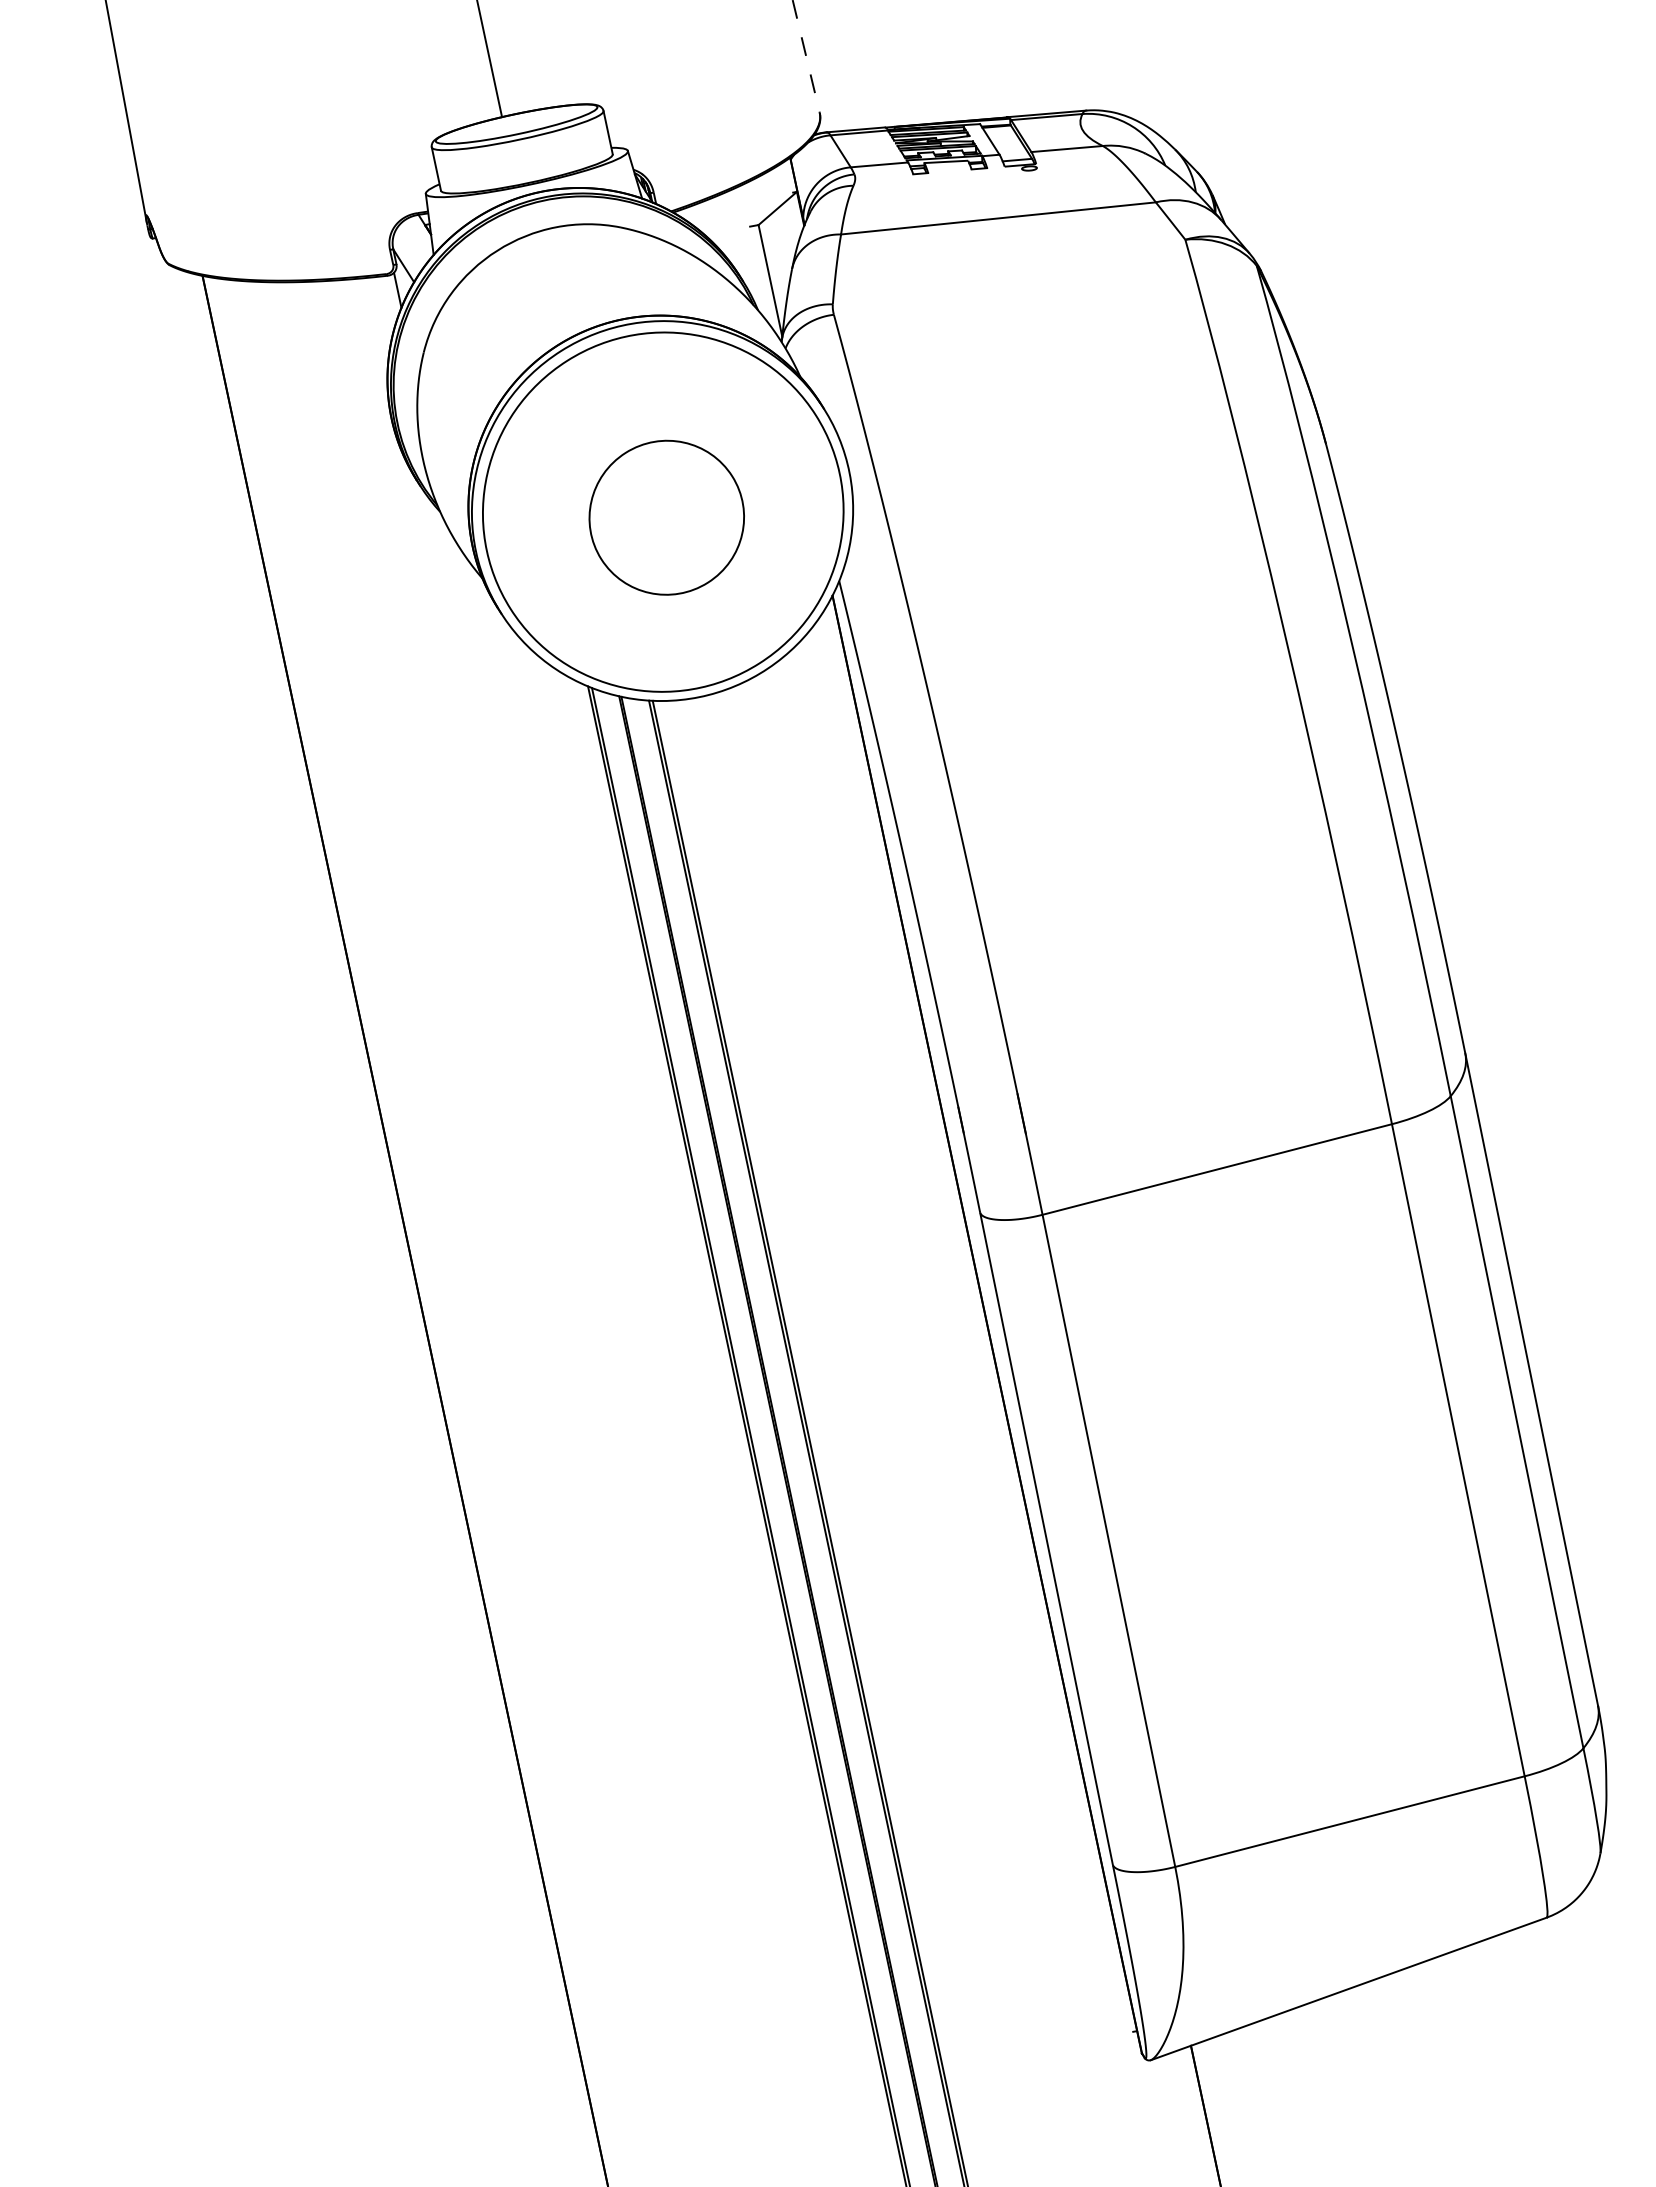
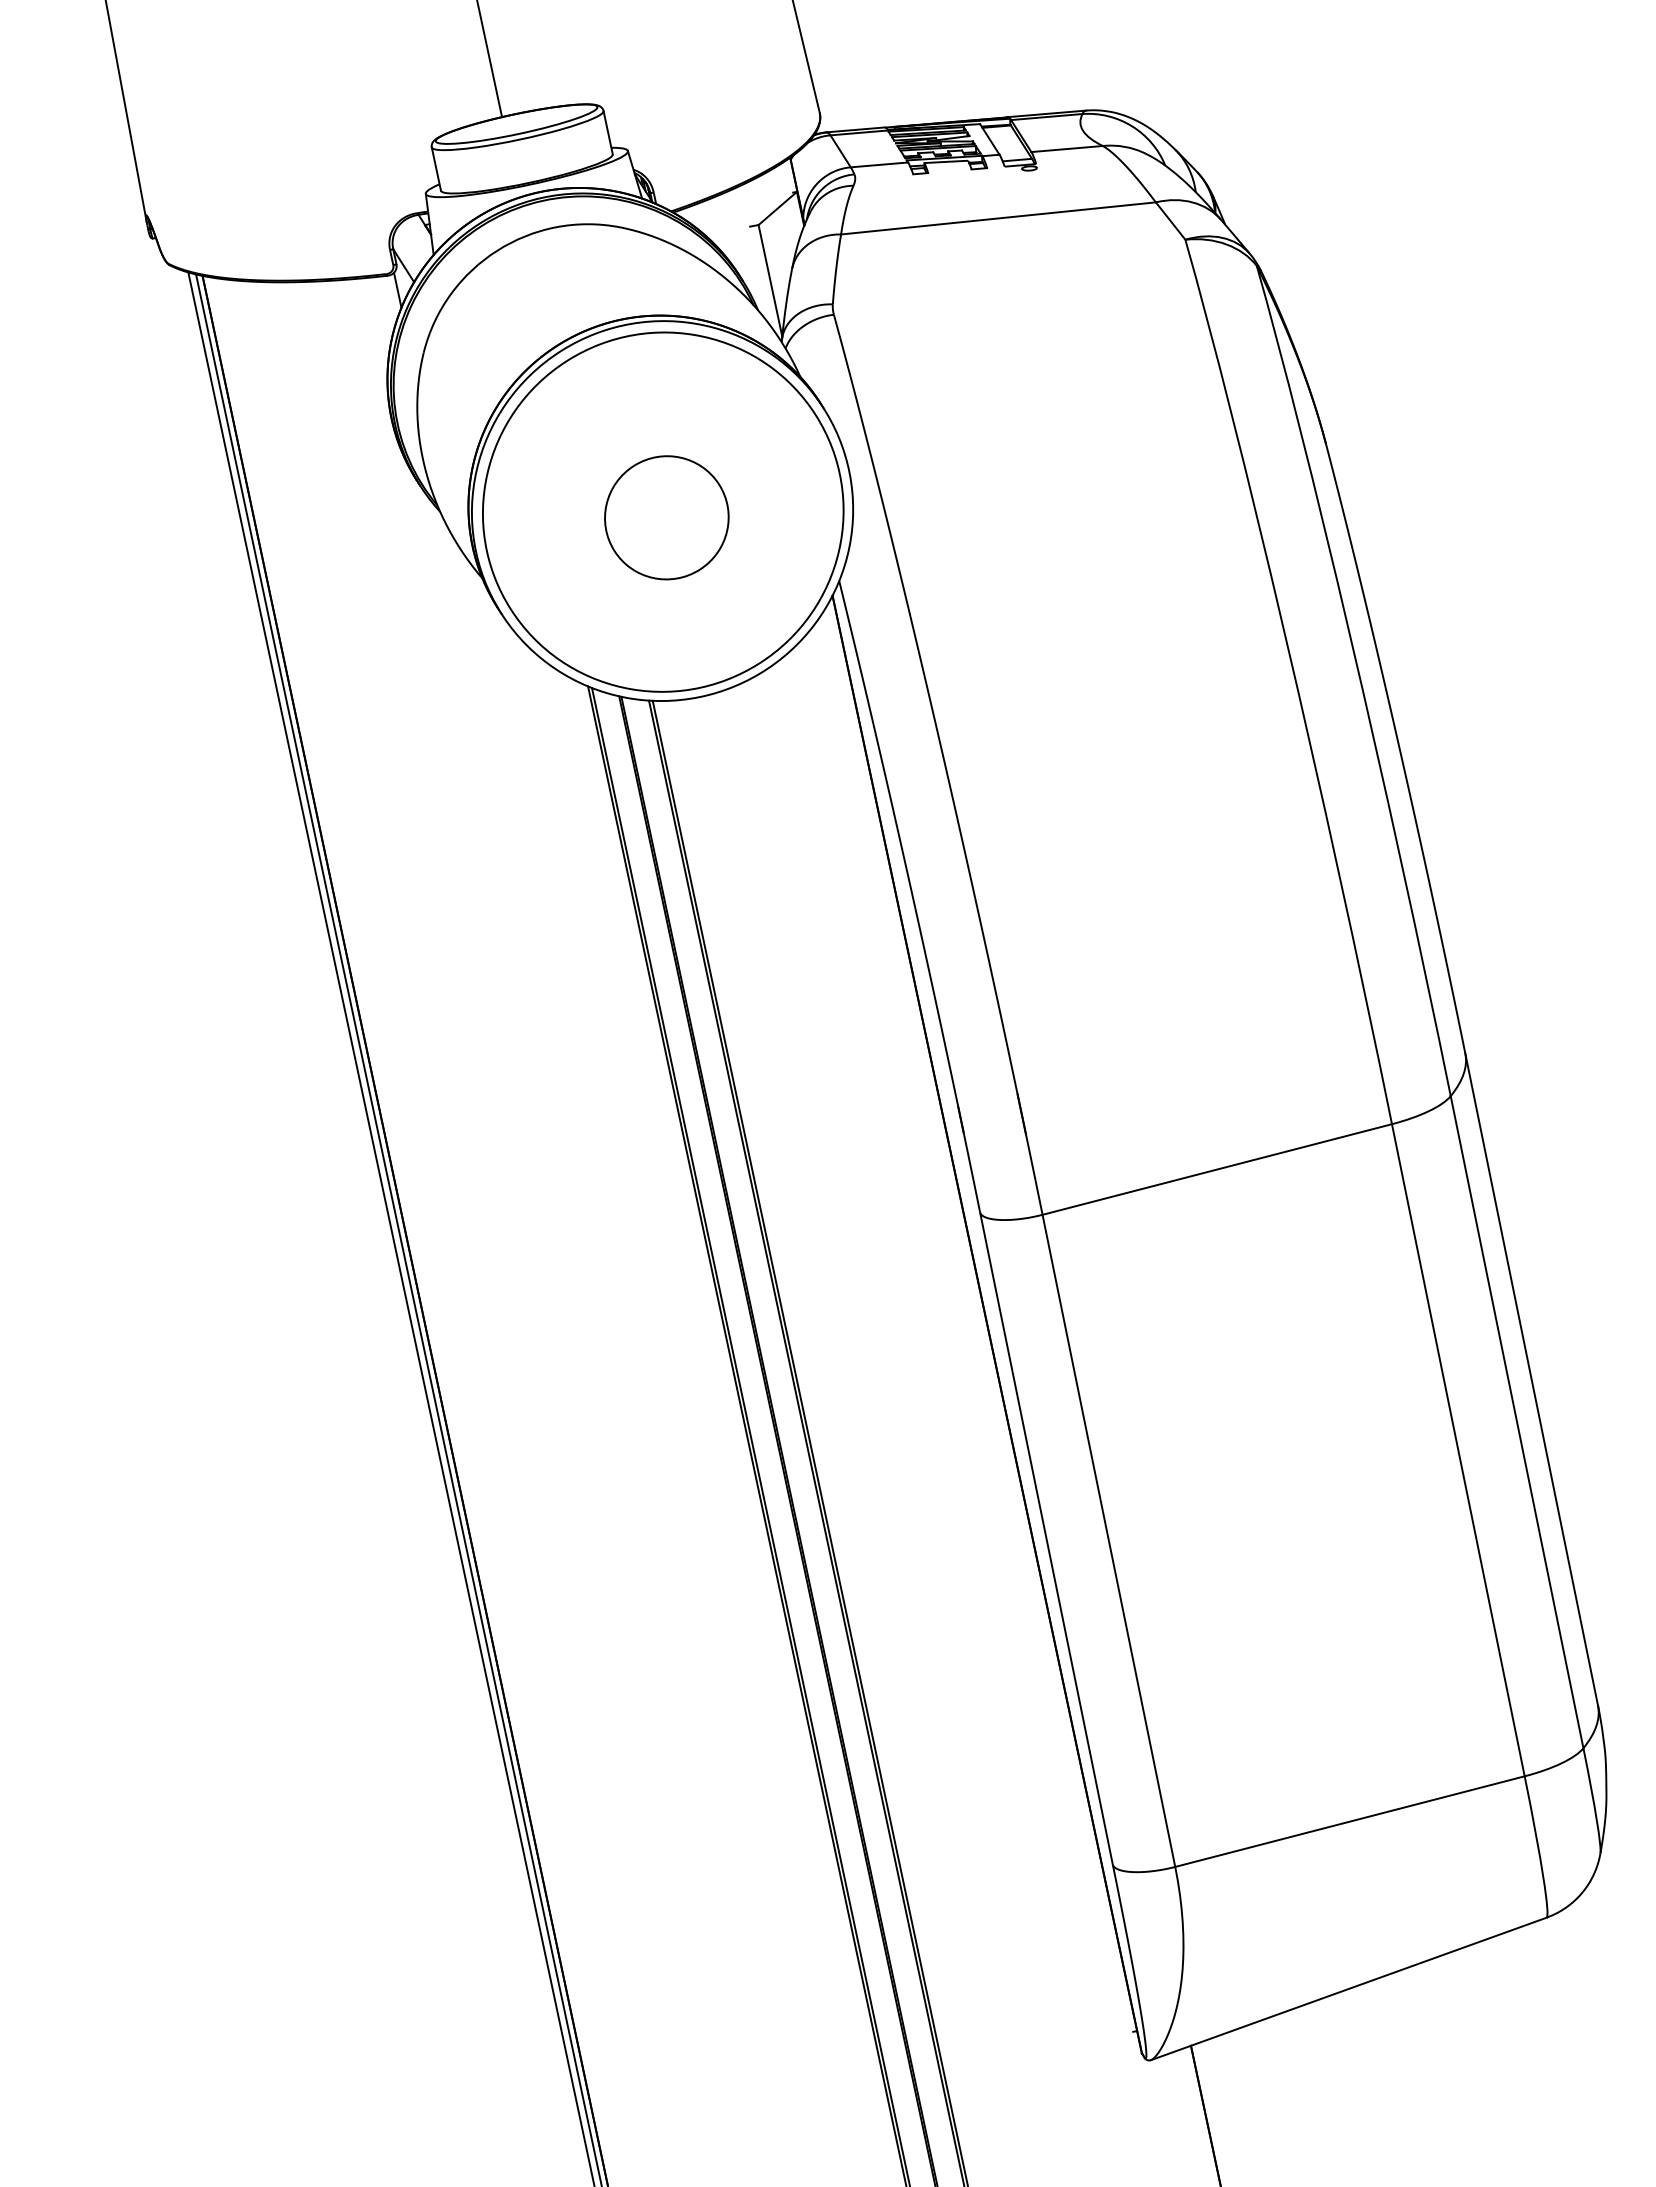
line at (806, 56): dashed -> solid
part at (666, 517) size: 157x157 px -> 126x126 px
line at (390, 1227): none -> present
line at (398, 1228): none -> present
